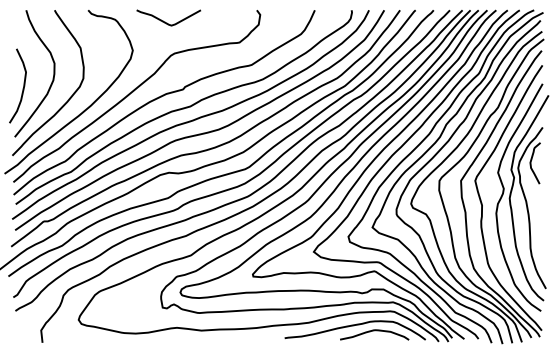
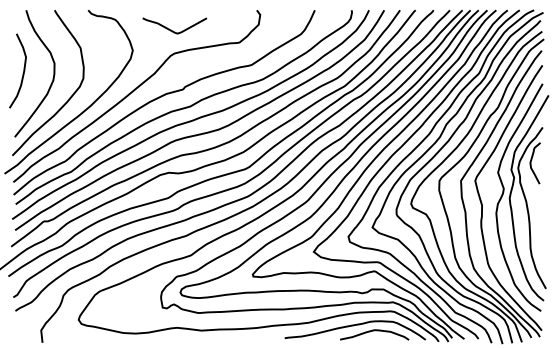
curve at (165, 21) position: (165, 21) -> (171, 29)
curve at (22, 88) position: (22, 88) -> (22, 73)
